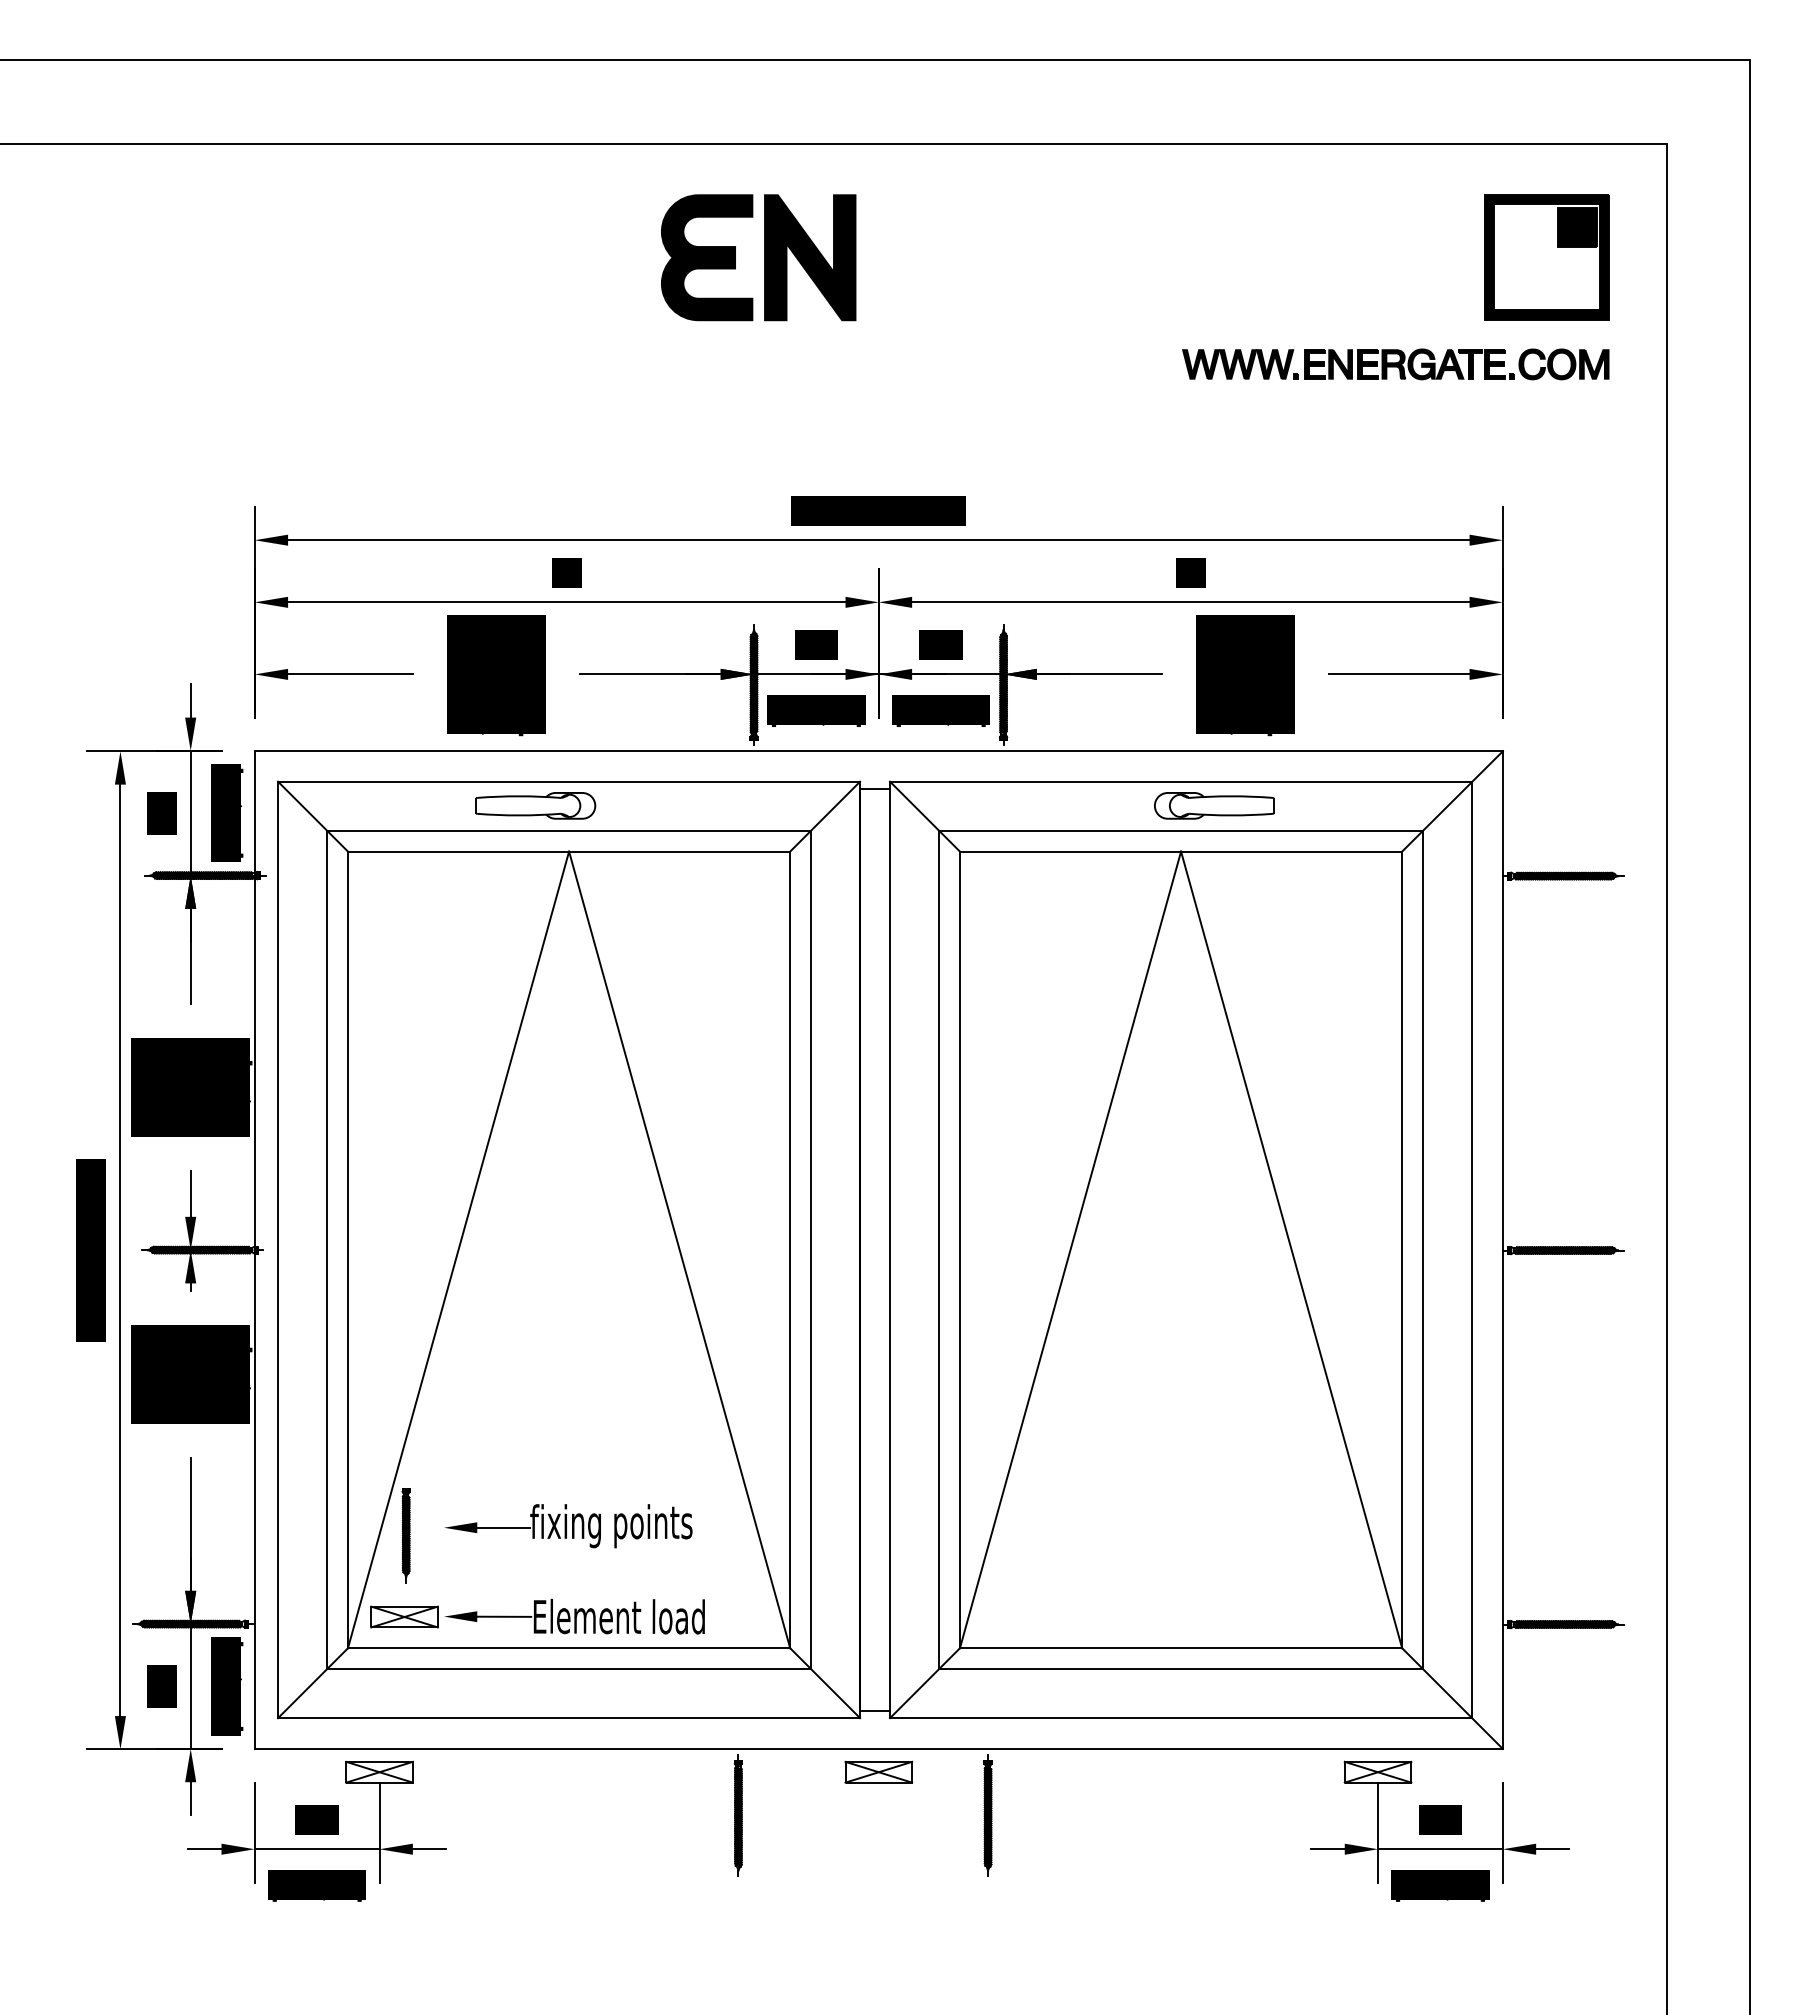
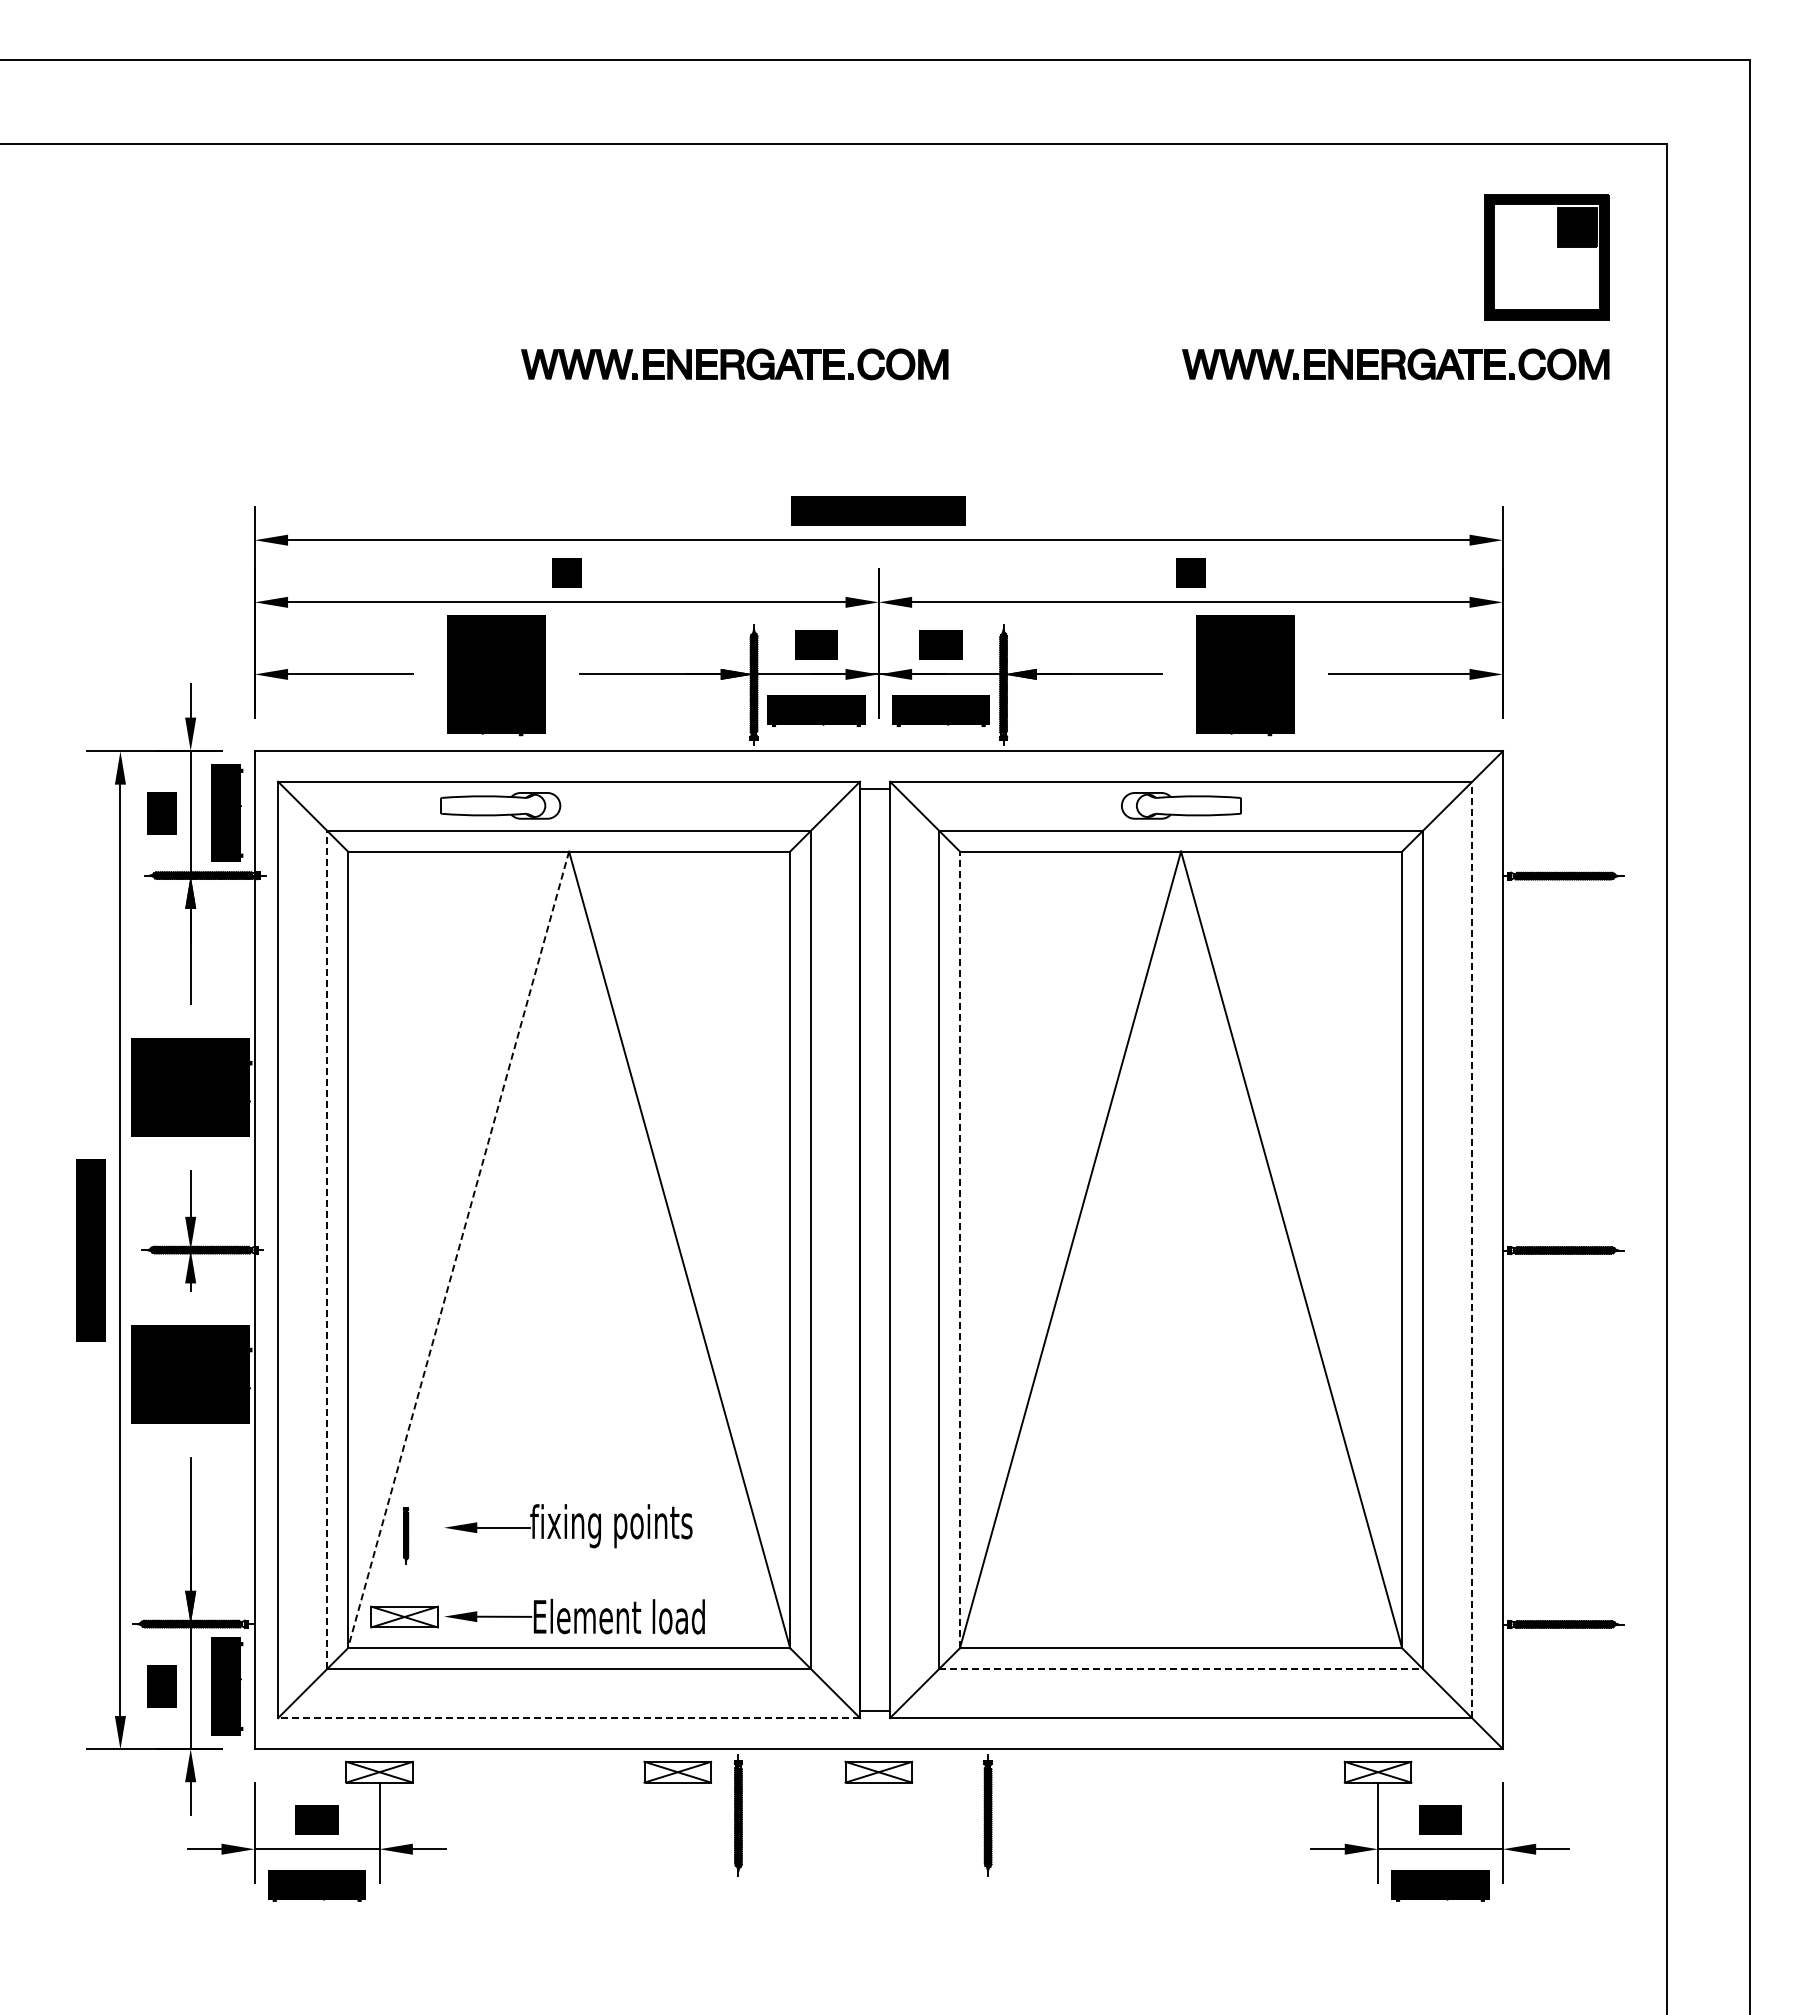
part at (758, 257): present -> none
part at (734, 364): none -> present
part at (535, 805) position: (535, 805) -> (500, 805)
part at (1214, 805) position: (1214, 805) -> (1181, 805)
line at (327, 1249): solid -> dashed
line at (959, 1249): solid -> dashed
line at (1472, 1249): solid -> dashed
line at (458, 1250): solid -> dashed
part at (405, 1535) size: 10x96 px -> 8x58 px
line at (1181, 1669): solid -> dashed
line at (568, 1718): solid -> dashed
part at (677, 1771): none -> present
